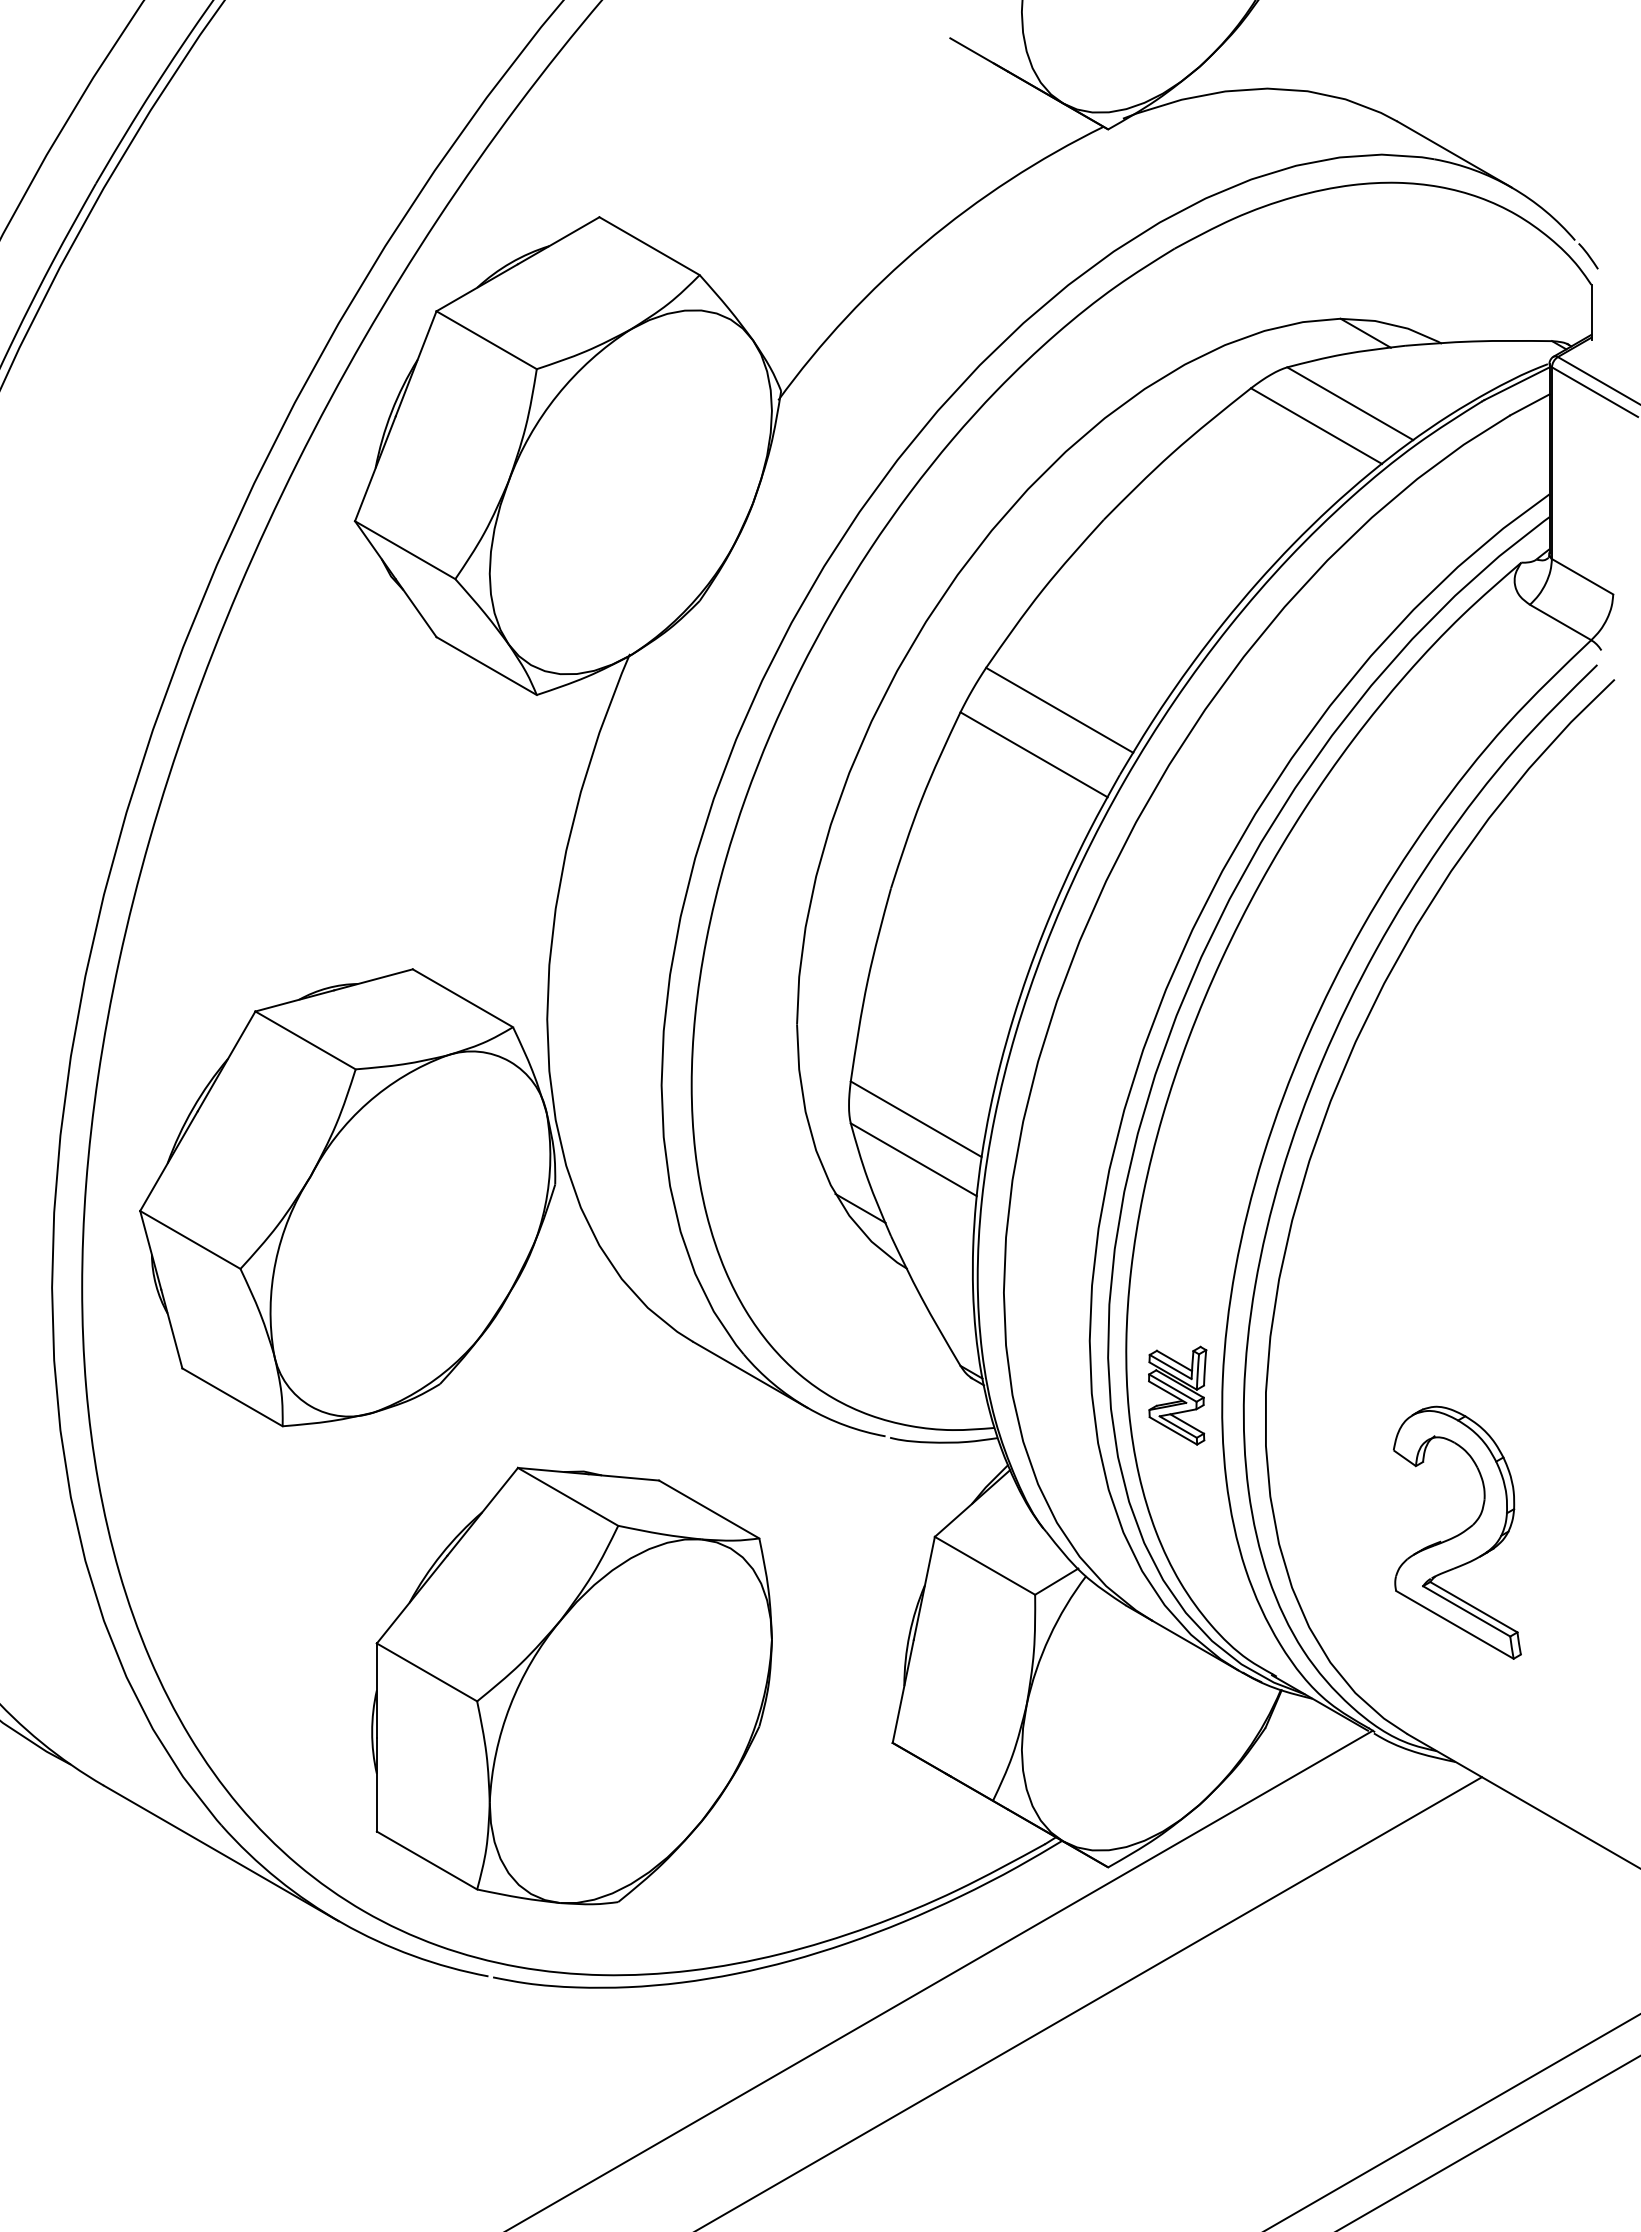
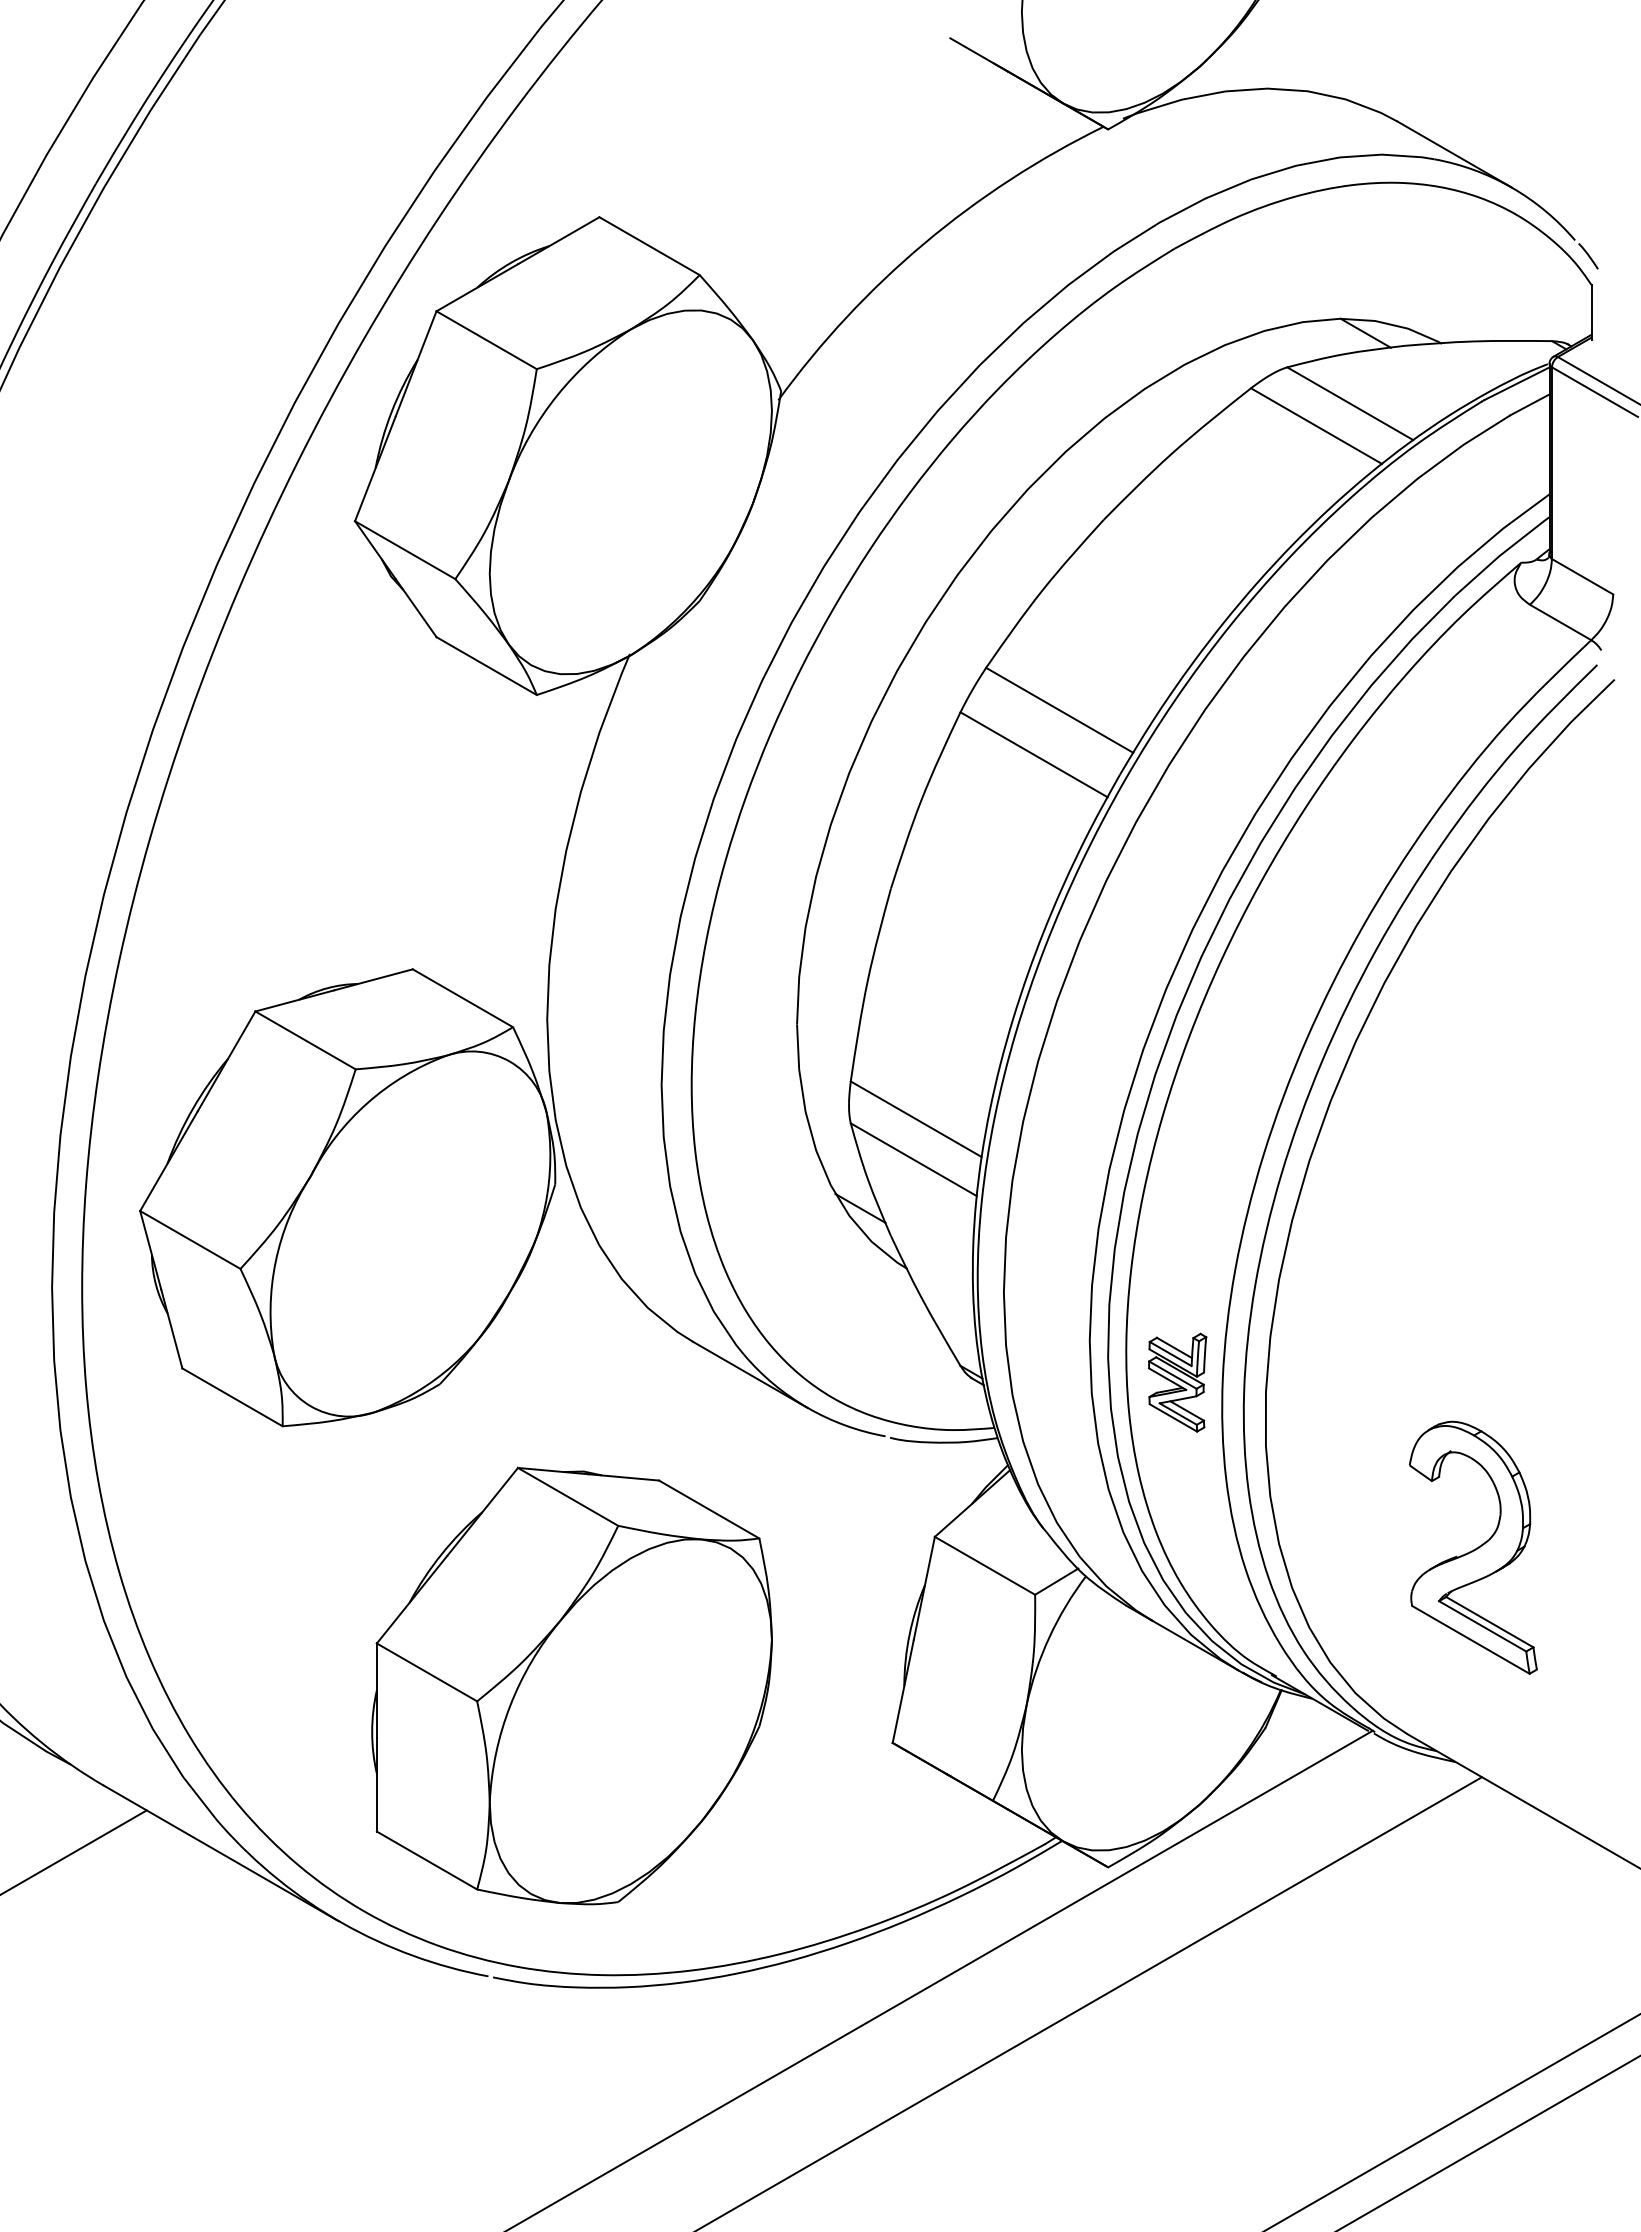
part at (1177, 1395) position: (1177, 1395) -> (1177, 1382)
part at (1457, 1532) position: (1457, 1532) -> (1473, 1547)
line at (74, 1851): none -> present
